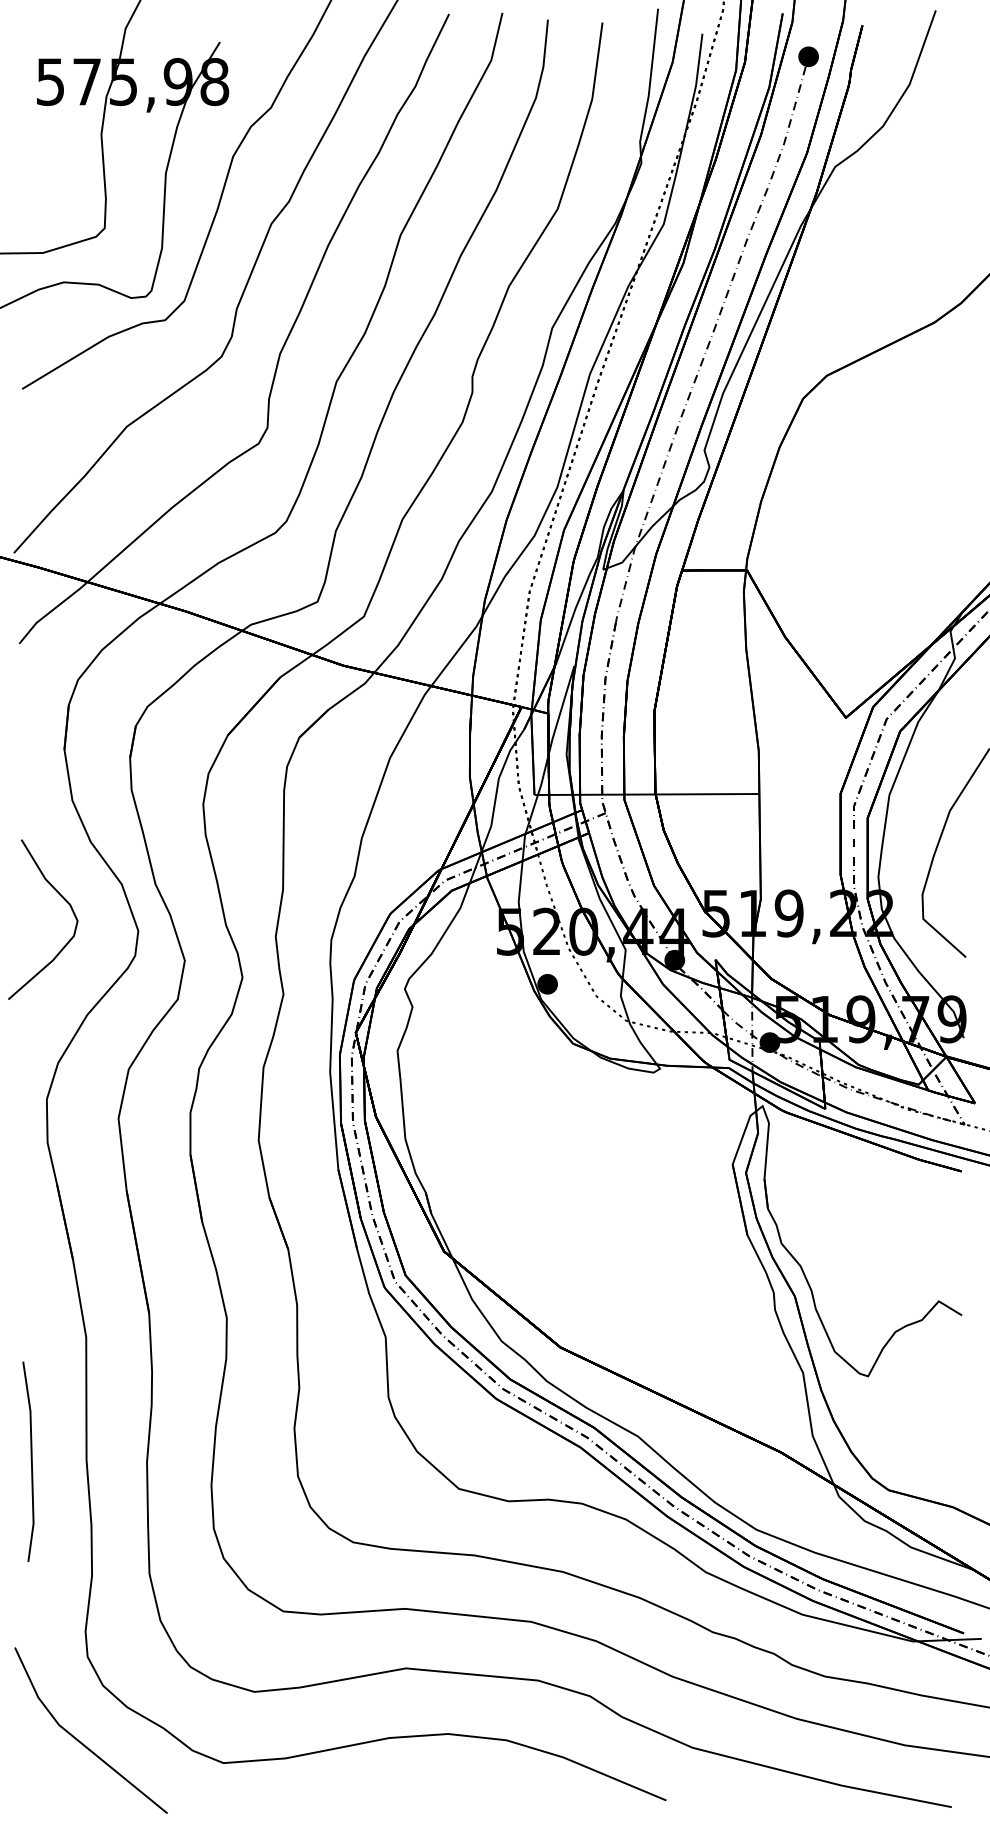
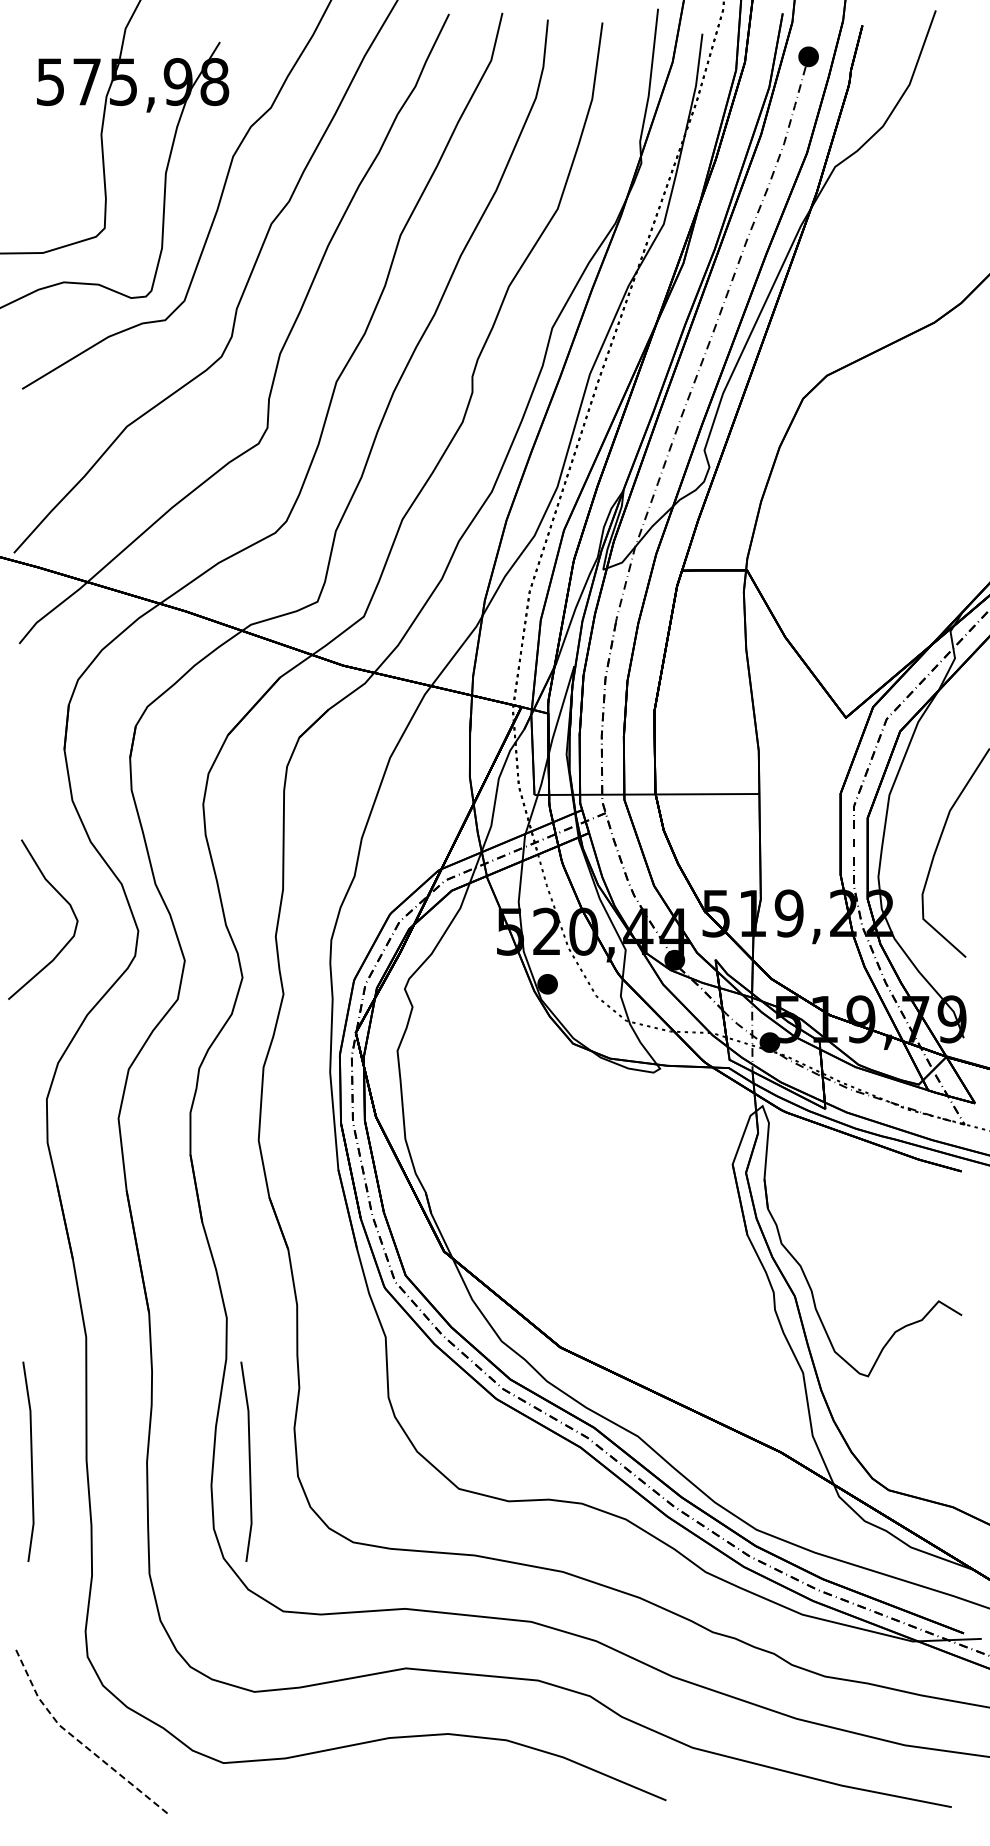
line at (248, 1459): none -> present
line at (77, 1740): solid -> dashed
